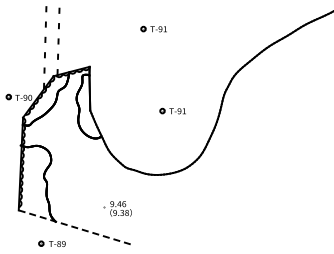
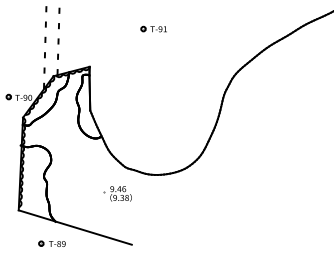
part at (172, 110): present -> none
part at (117, 208) position: (117, 208) -> (117, 193)
line at (75, 227): dashed -> solid
